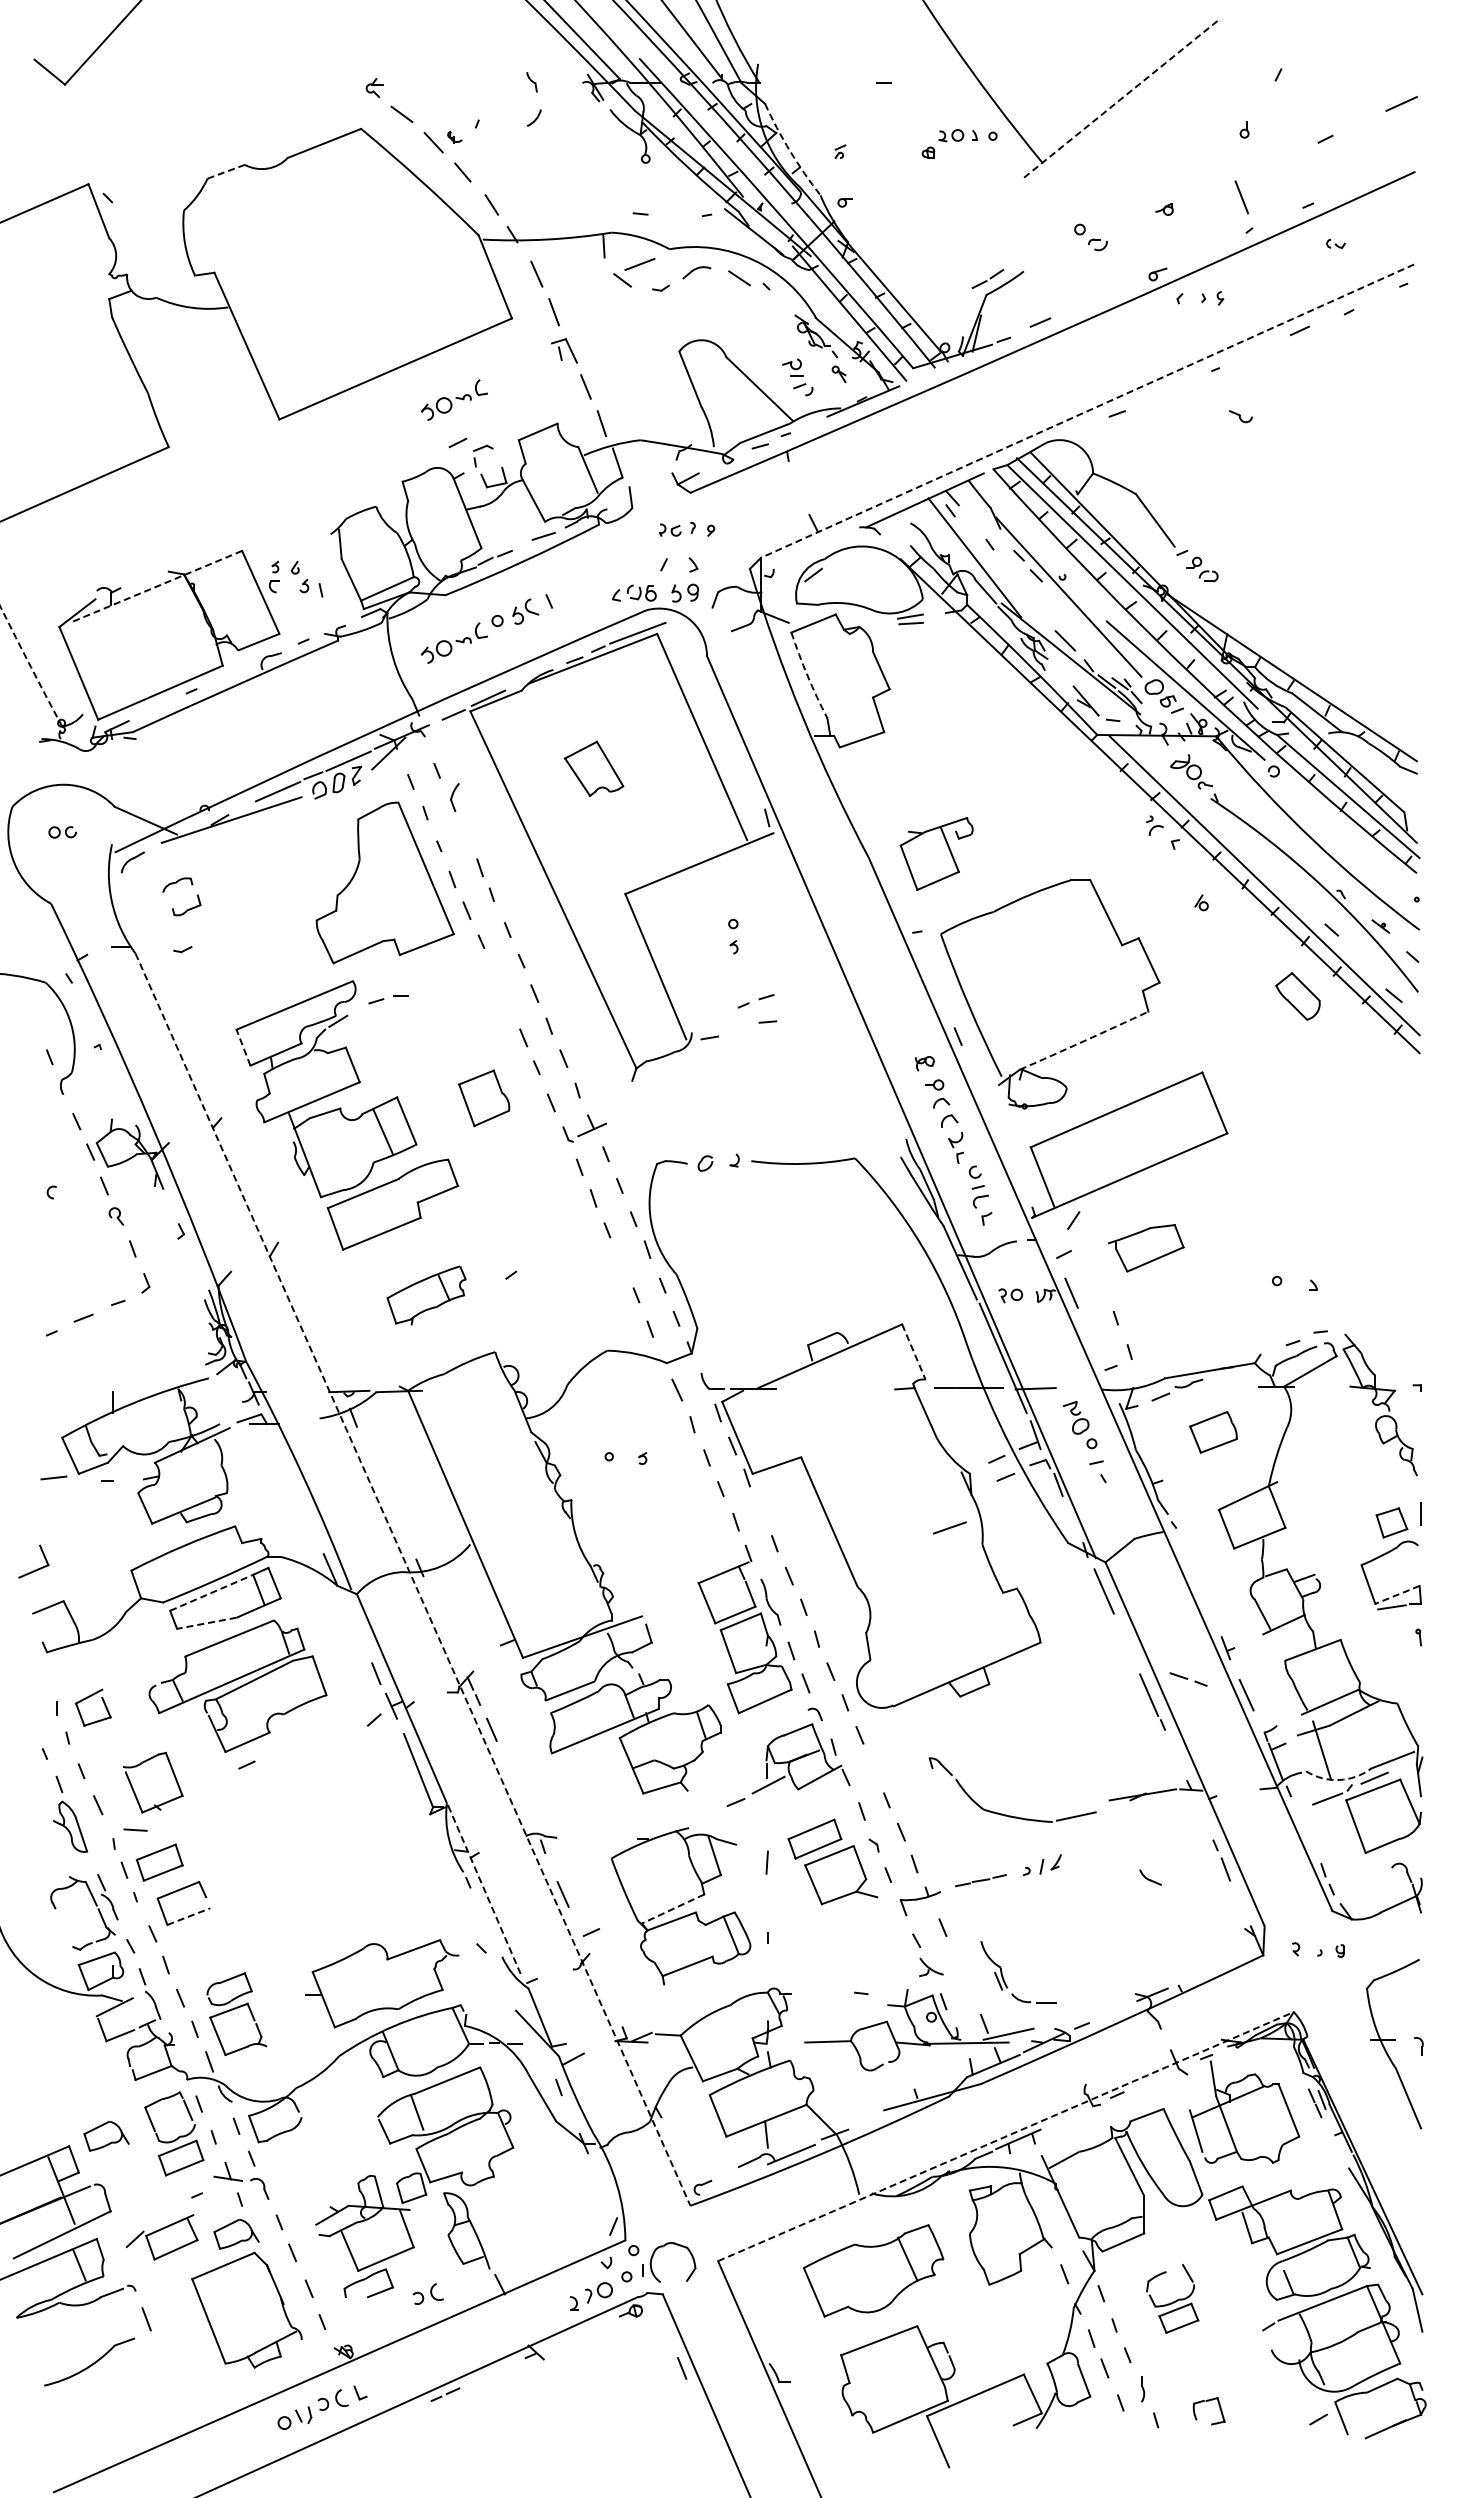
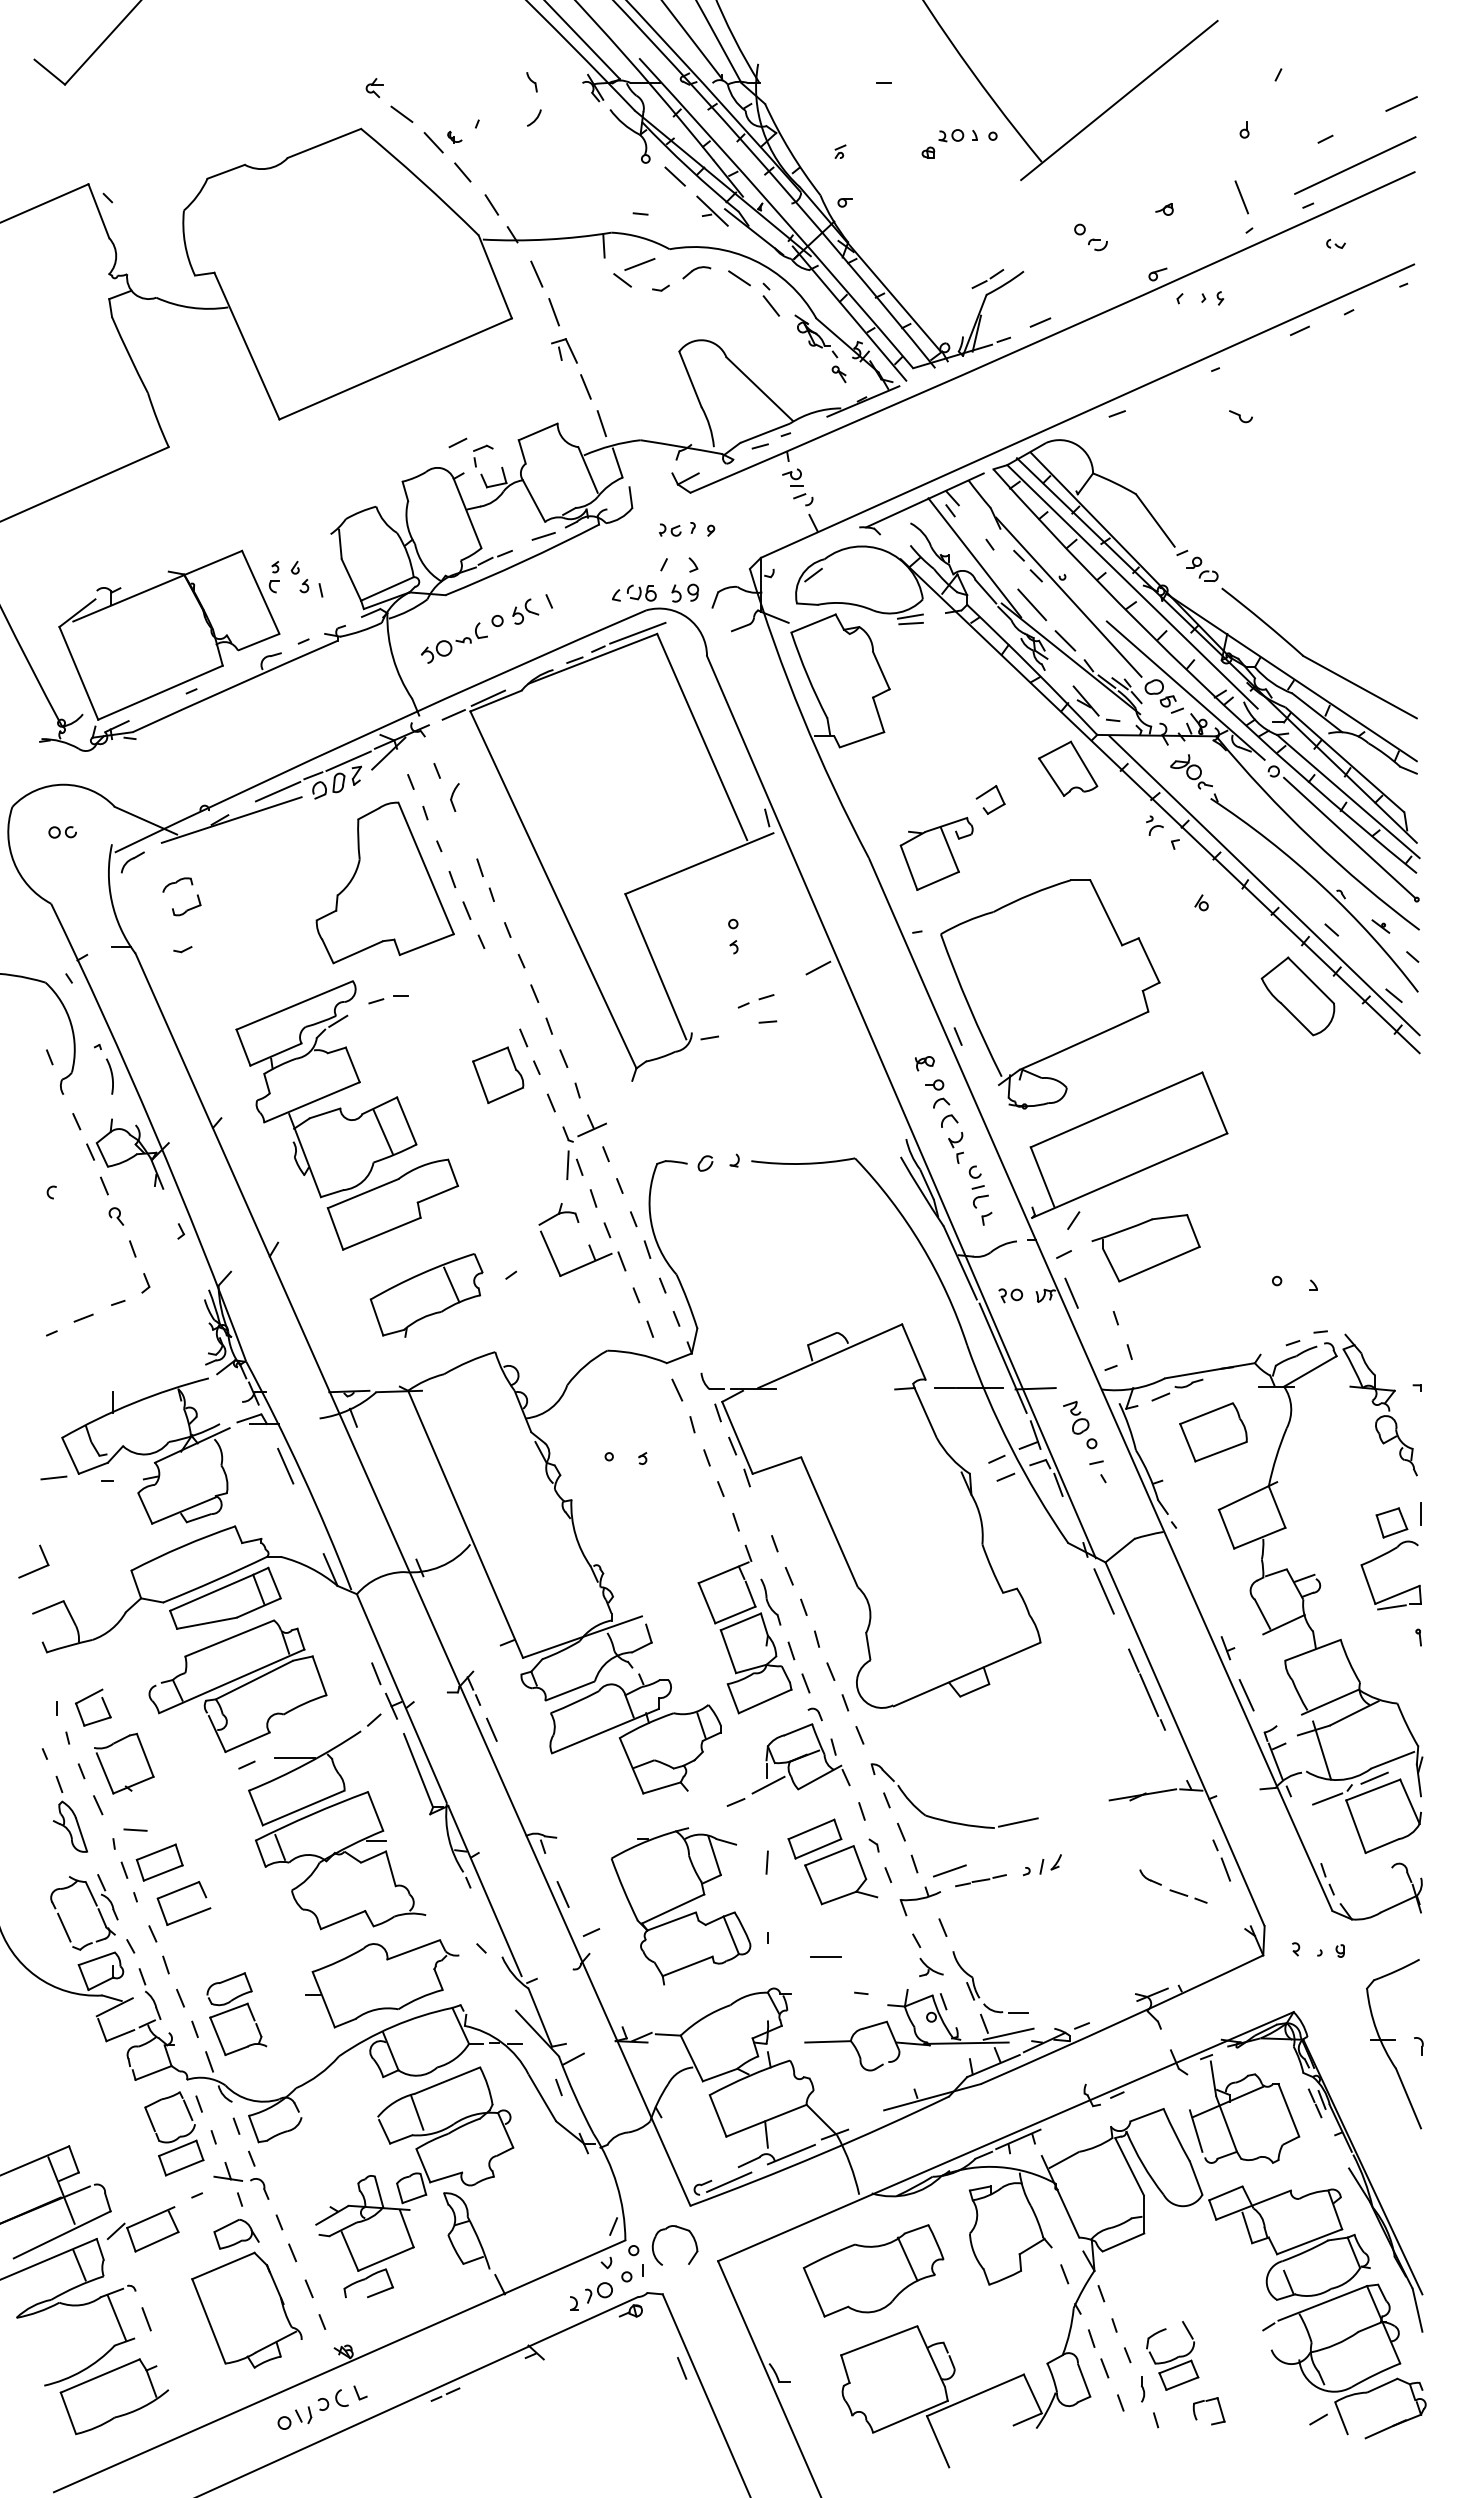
line at (1118, 100): dashed -> solid
arc at (790, 151): dashed -> solid
line at (1355, 165): none -> present
line at (226, 171): dashed -> solid
line at (674, 176): none -> present
line at (712, 210): none -> present
line at (770, 305): none -> present
part at (797, 377) position: (797, 377) -> (797, 487)
part at (454, 399): present -> none
line at (1087, 411): dashed -> solid
line at (158, 586): dashed -> solid
line at (1032, 604): none -> present
part at (1315, 661): none -> present
arc at (30, 666): dashed -> solid
arc at (807, 676): dashed -> solid
part at (594, 768) position: (594, 768) -> (1068, 768)
part at (985, 794): none -> present
line at (1349, 837): none -> present
line at (818, 967): none -> present
part at (1297, 996) size: 46x49 px -> 76x81 px
arc at (1084, 1041): dashed -> solid
line at (243, 1047): dashed -> solid
arc at (111, 1076): none -> present
part at (484, 1098) position: (484, 1098) -> (498, 1075)
line at (567, 1165): none -> present
part at (588, 1244): none -> present
part at (1146, 1248) size: 77x49 px -> 110x69 px
part at (426, 1295) size: 81x61 px -> 115x85 px
line at (914, 1352): dashed -> solid
part at (1213, 1432) size: 49x43 px -> 69x61 px
line at (285, 1465): none -> present
line at (949, 1527) position: (949, 1527) -> (949, 1870)
line at (413, 1579): dashed -> solid
line at (212, 1592): dashed -> solid
line at (1397, 1594): dashed -> solid
line at (206, 1623): dashed -> solid
line at (1133, 1660): none -> present
line at (1188, 1678) position: (1188, 1678) -> (1188, 1895)
arc at (1339, 1780): dashed -> solid
part at (135, 1792) position: (135, 1792) -> (106, 1773)
part at (1006, 1814) position: (1006, 1814) -> (948, 1820)
part at (337, 1830): none -> present
line at (484, 1891): dashed -> solid
line at (672, 1909): dashed -> solid
line at (188, 1916): dashed -> solid
line at (64, 1927): none -> present
line at (825, 1956): none -> present
part at (1003, 1976) position: (1003, 1976) -> (975, 1986)
part at (106, 2135): present -> none
line at (1005, 2136): dashed -> solid
line at (729, 2181): none -> present
part at (162, 2237) position: (162, 2237) -> (143, 2229)
part at (676, 2245) position: (676, 2245) -> (678, 2228)
part at (427, 2293): present -> none
part at (1172, 2298) position: (1172, 2298) -> (1172, 2355)
line at (116, 2317): none -> present
part at (114, 2396): none -> present
